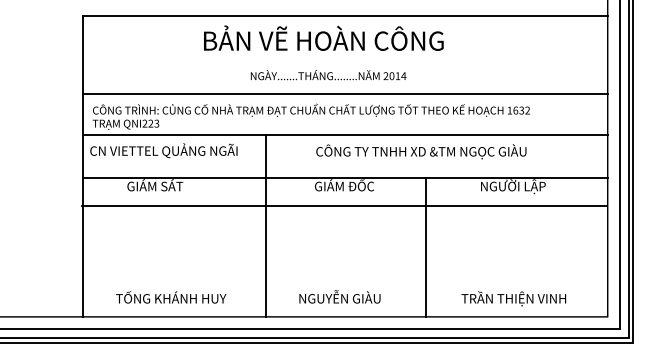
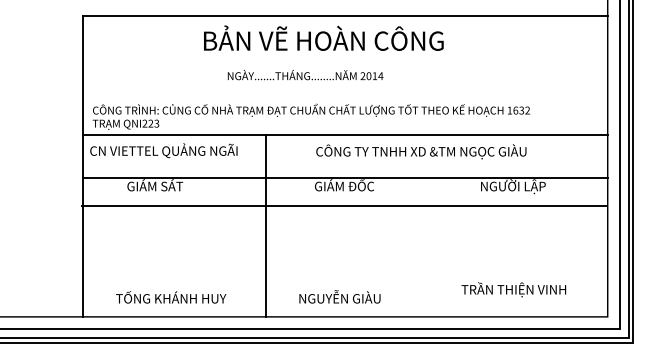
text at (328, 75) position: (328, 75) -> (305, 75)
line at (345, 94): present -> none
line at (426, 246): present -> none
text at (513, 298) position: (513, 298) -> (513, 289)
